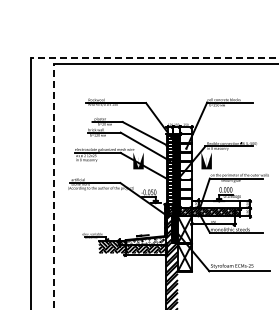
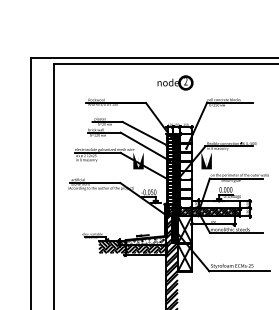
line at (155, 58): dashed -> solid
part at (175, 82): none -> present
line at (54, 187): dashed -> solid
